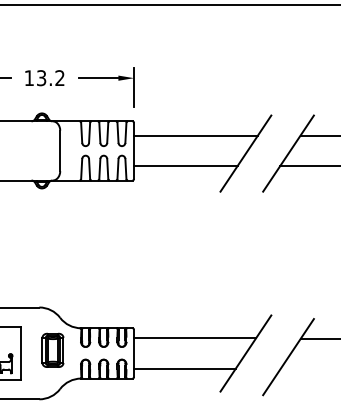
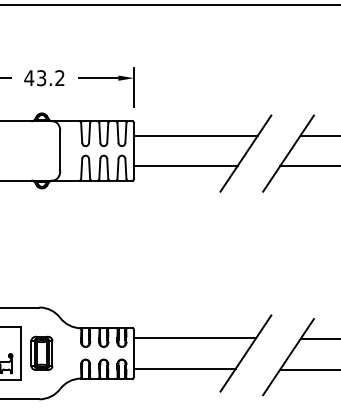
text at (29, 77): 13.2 -> 43.2
part at (52, 349) position: (52, 349) -> (41, 352)
line at (308, 369): none -> present
